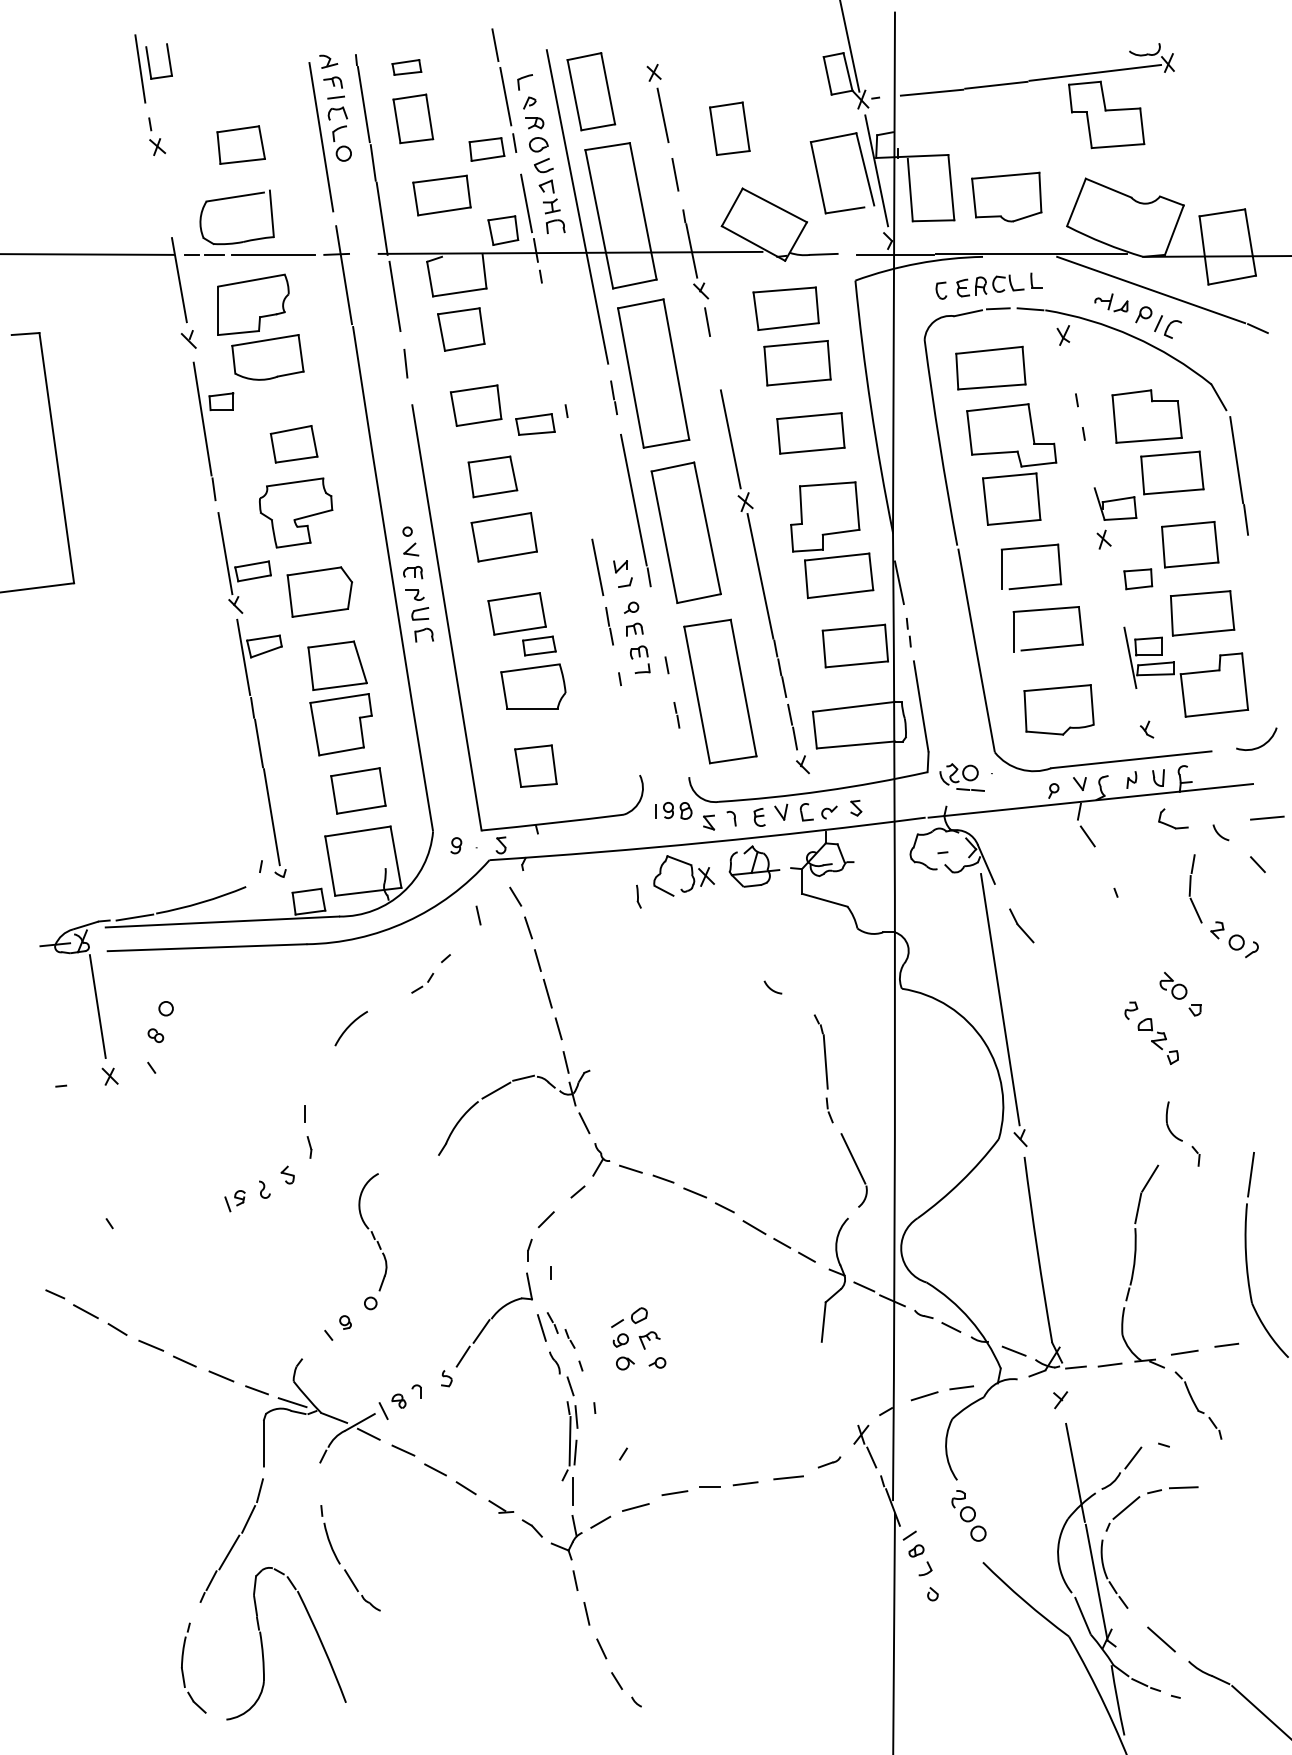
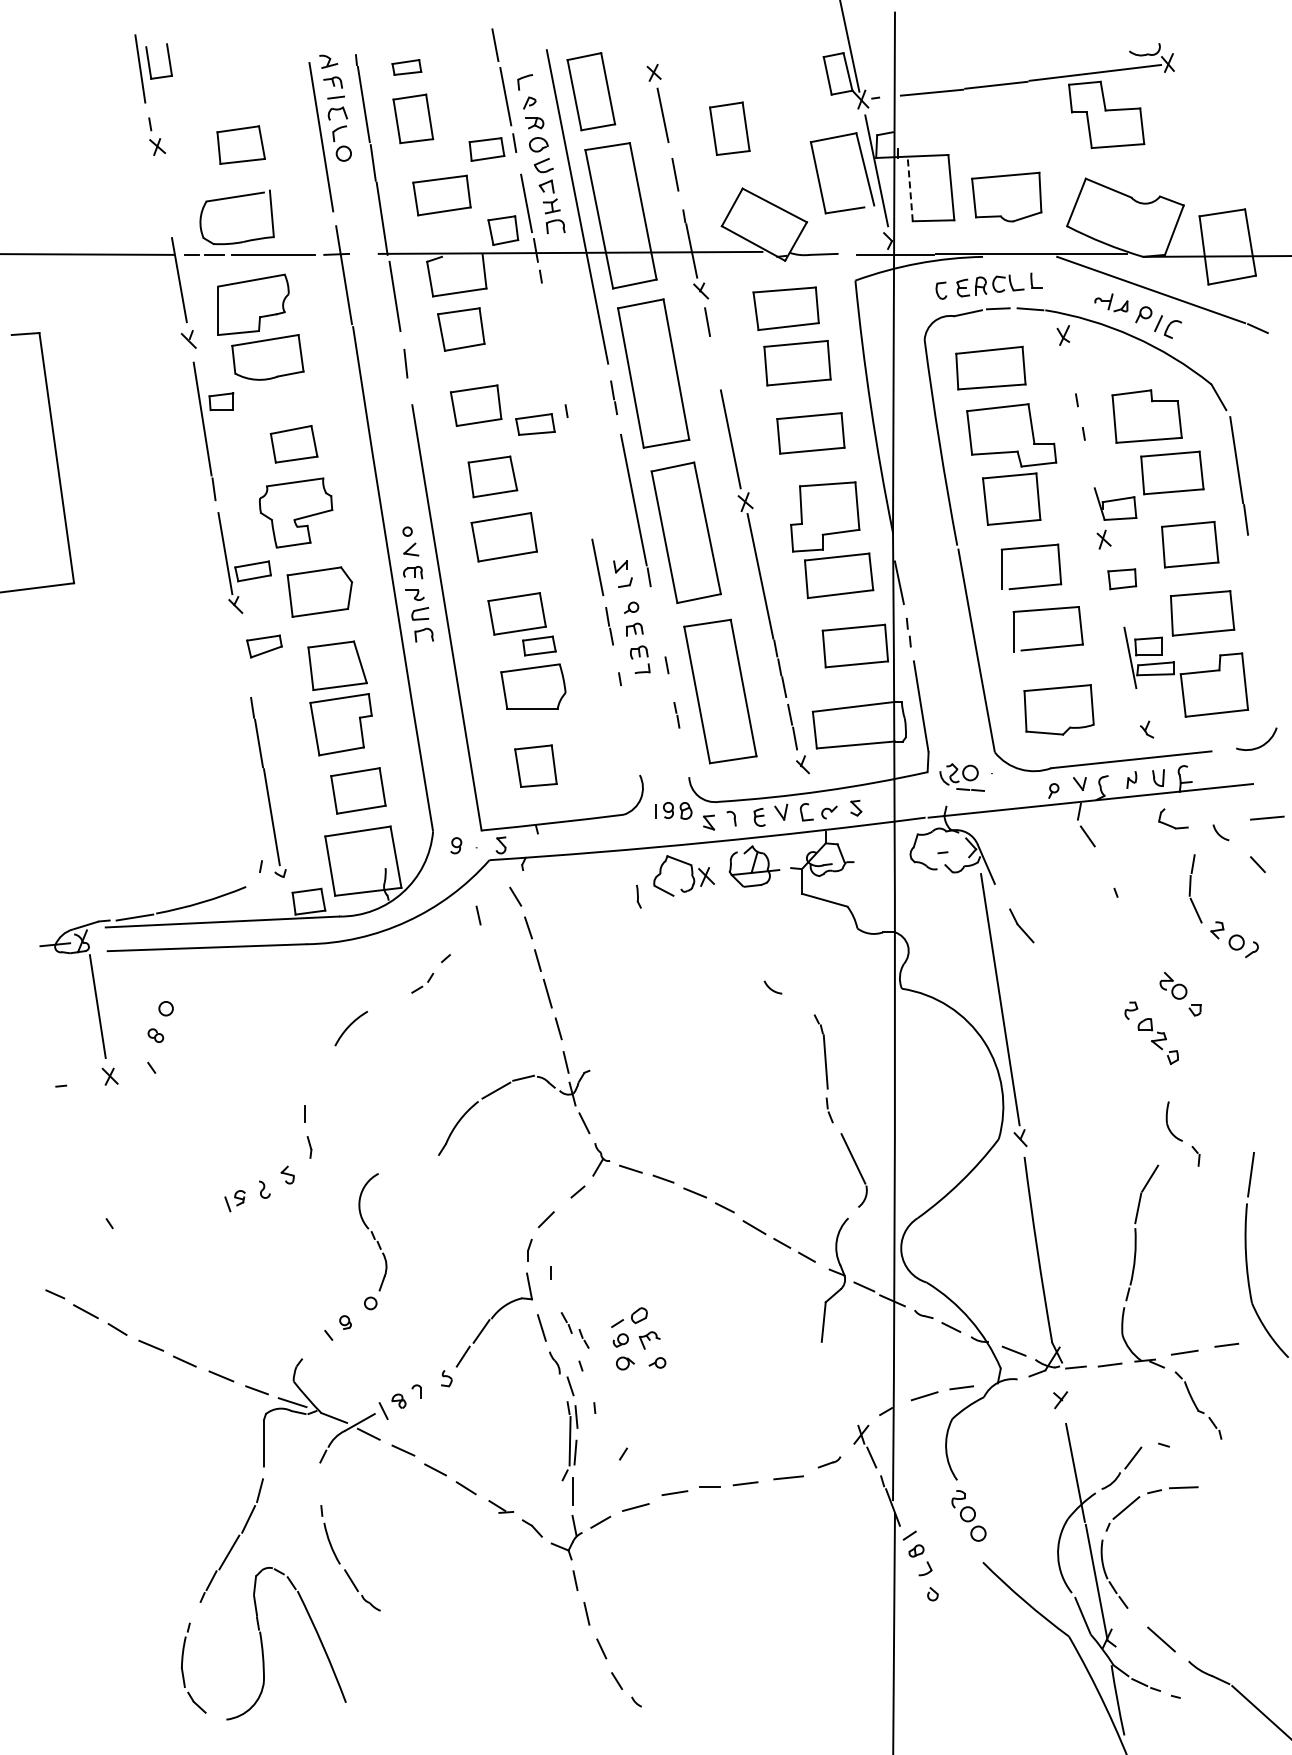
line at (910, 189): solid -> dashed
part at (1138, 579) position: (1138, 579) -> (1122, 579)
line at (243, 657): present -> none
part at (560, 1330) position: (560, 1330) -> (574, 1330)
